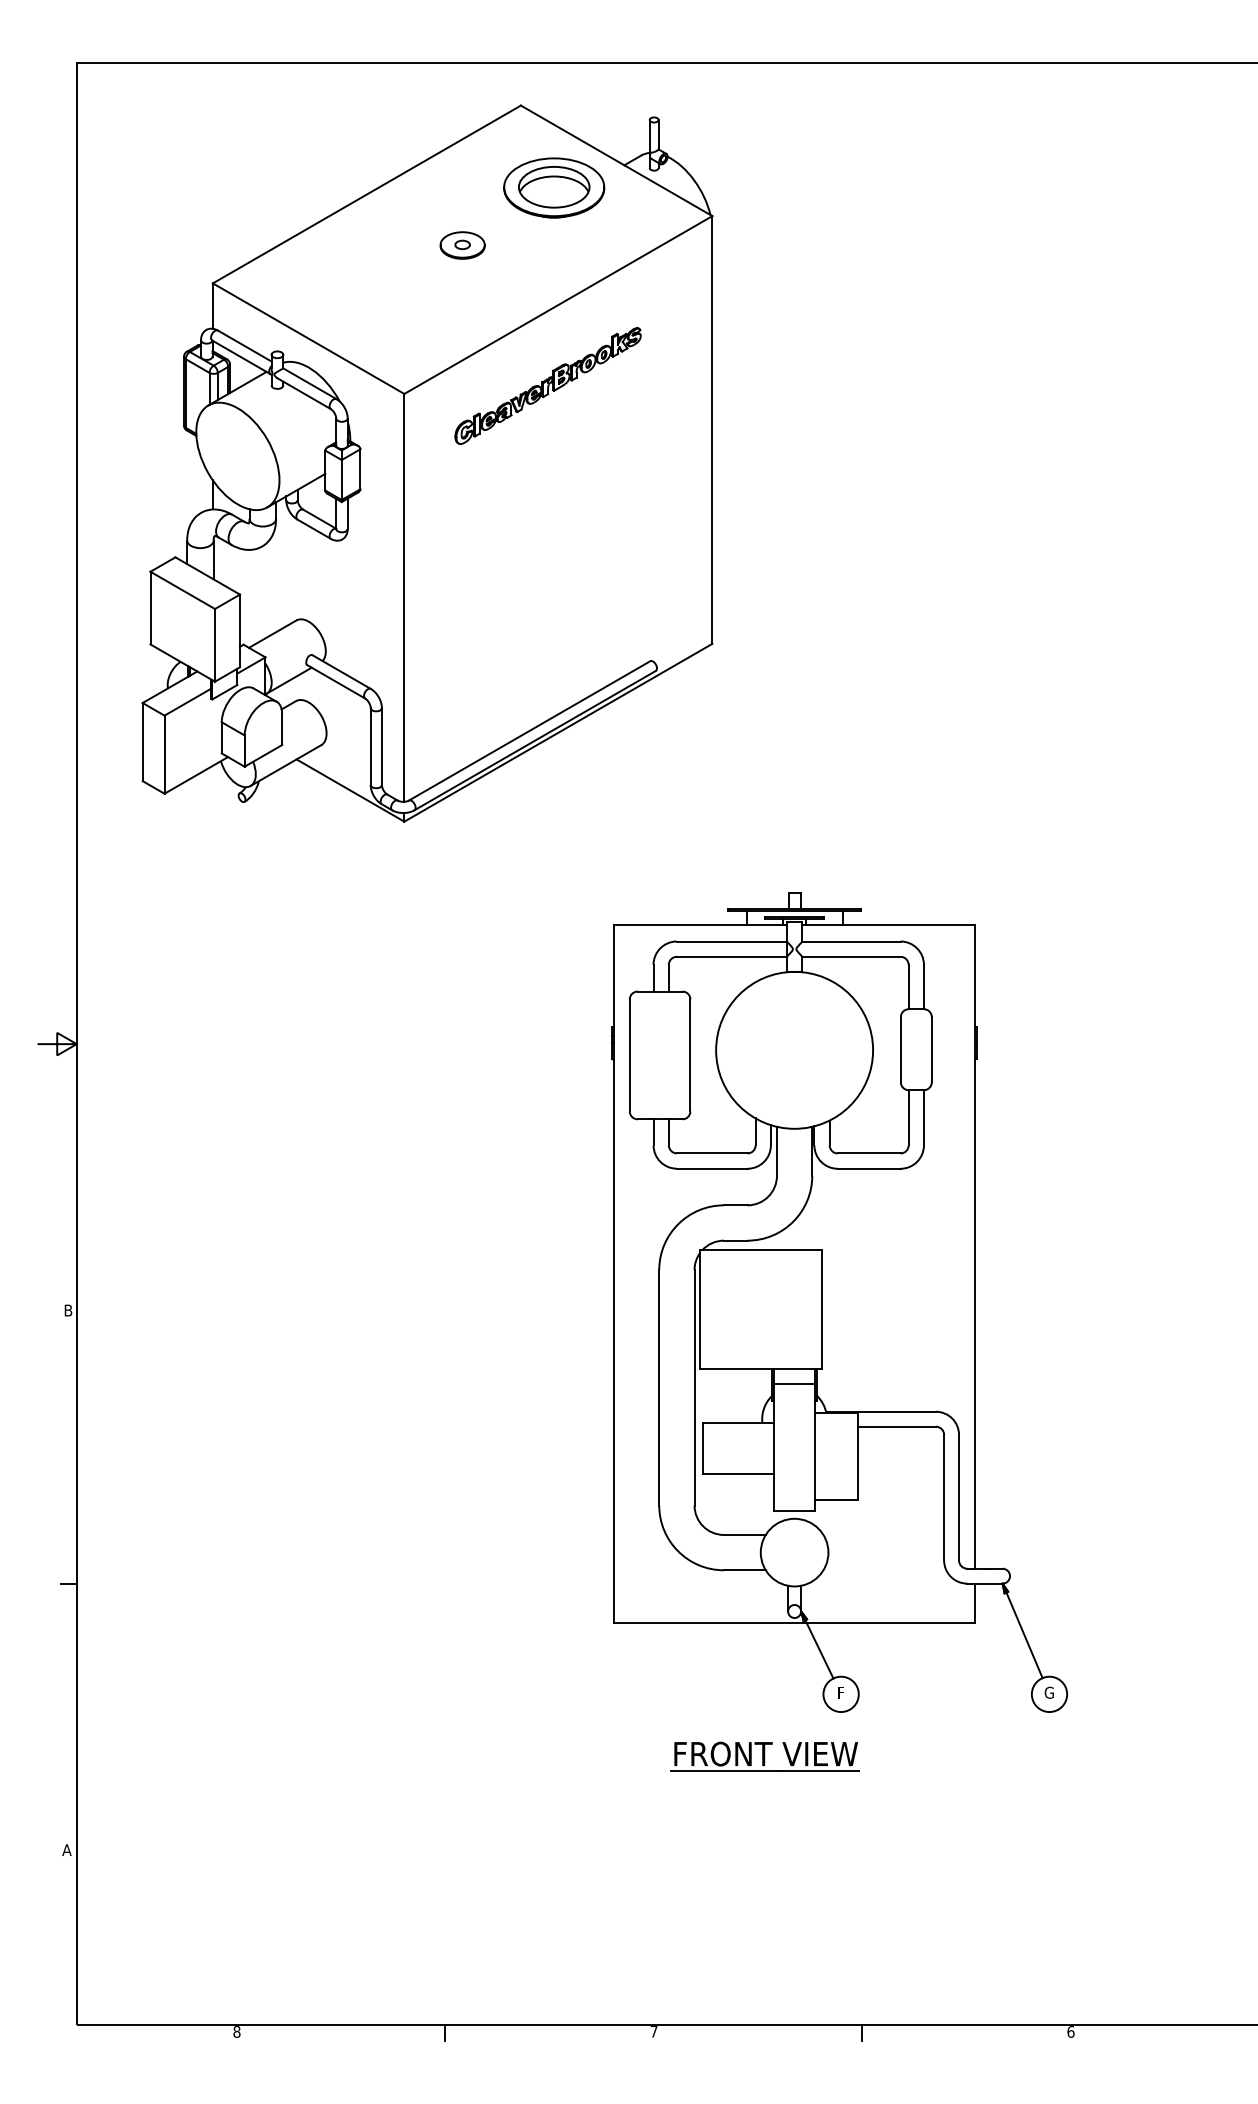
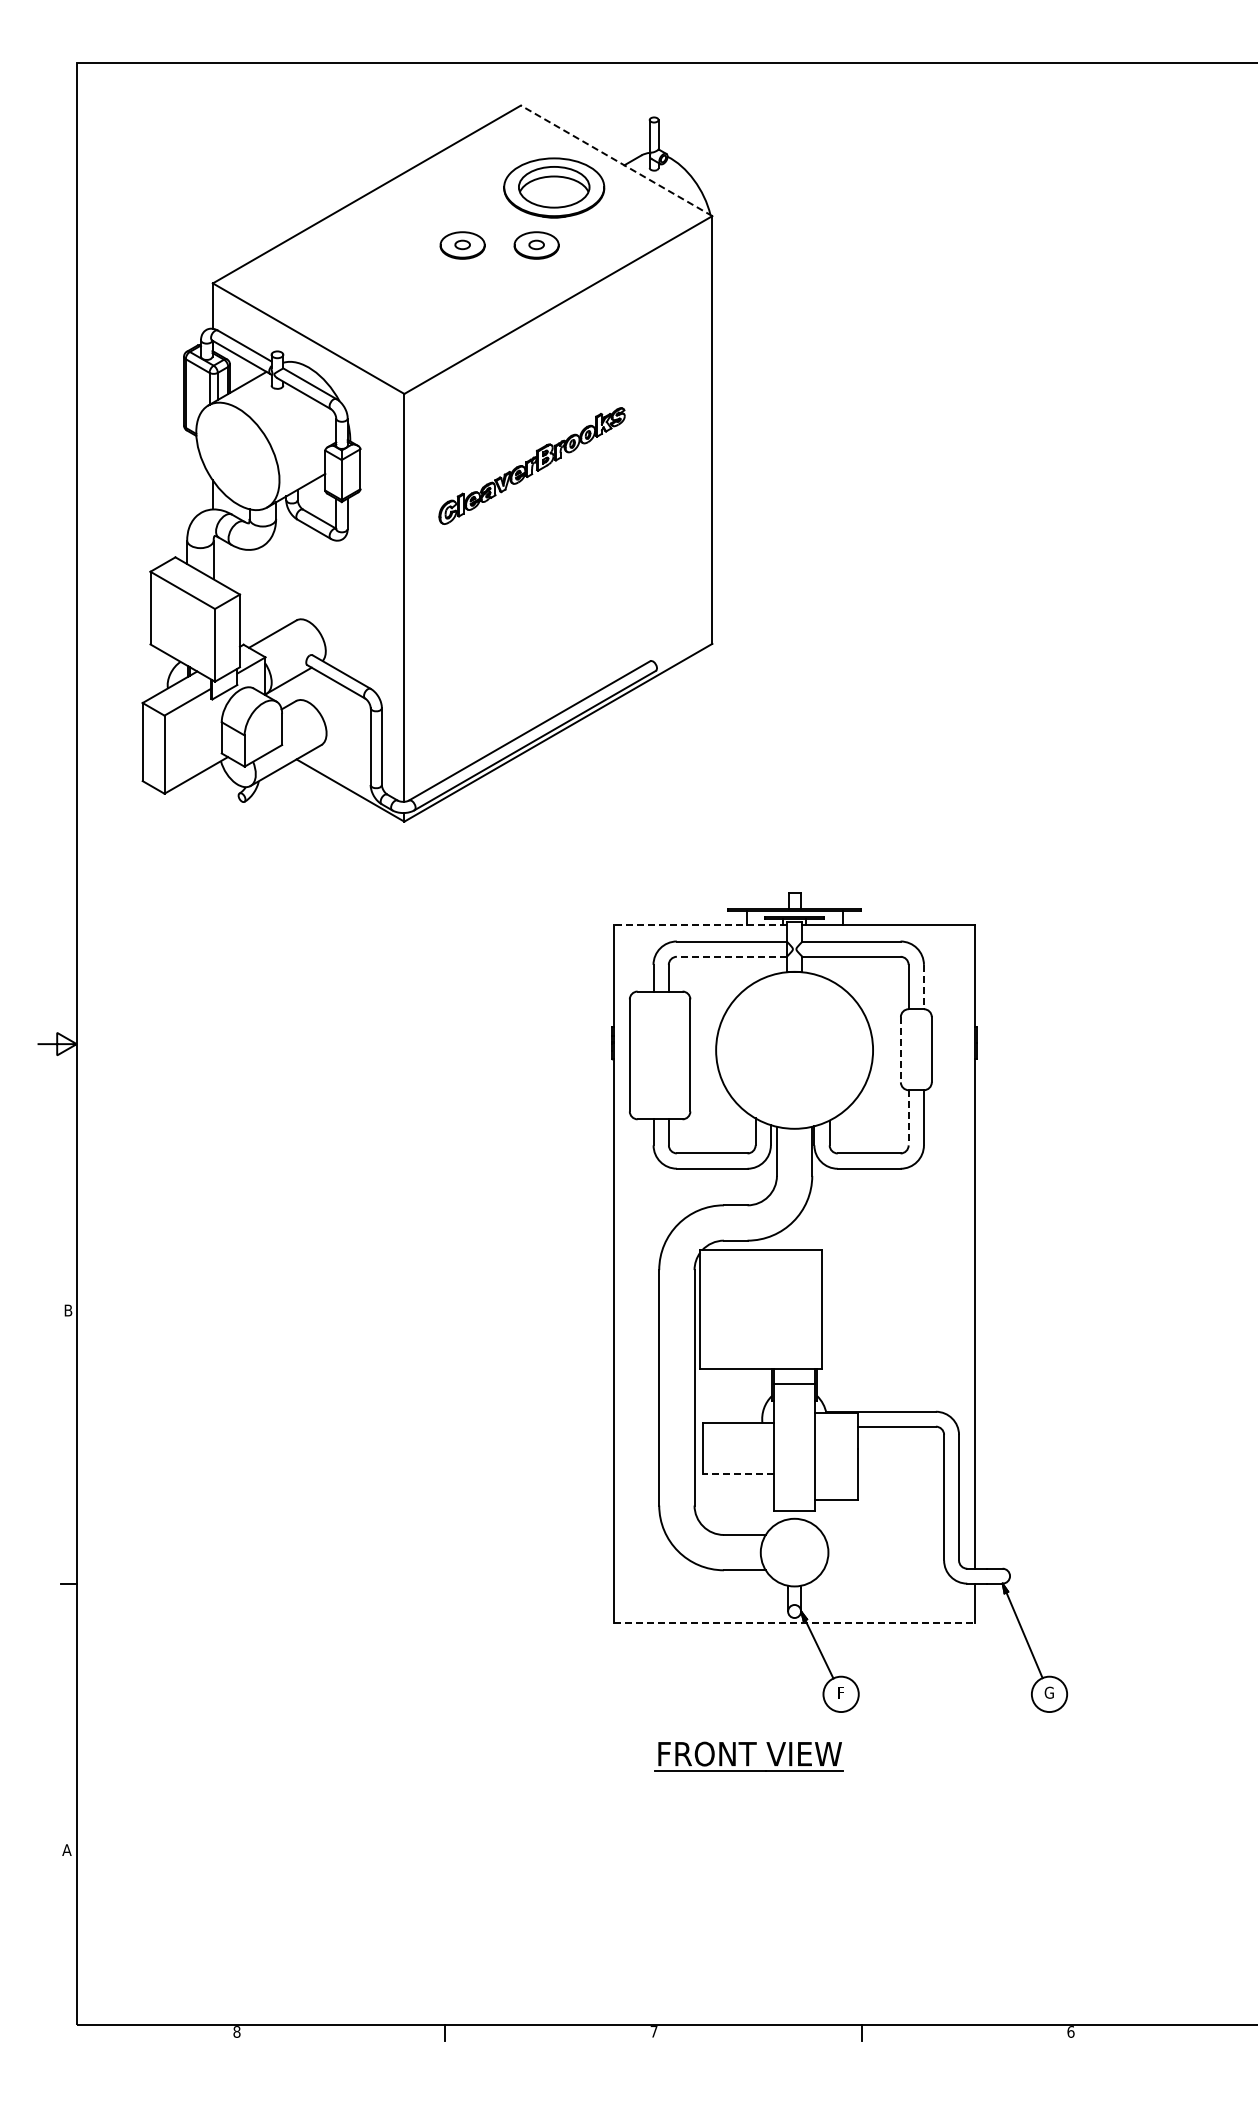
line at (616, 160): solid -> dashed
part at (536, 245): none -> present
part at (547, 385) position: (547, 385) -> (531, 465)
line at (699, 924): solid -> dashed
line at (731, 956): solid -> dashed
line at (923, 987): solid -> dashed
line at (900, 1049): solid -> dashed
line at (908, 1117): solid -> dashed
line at (738, 1474): solid -> dashed
line at (794, 1623): solid -> dashed
part at (764, 1756) position: (764, 1756) -> (748, 1756)
